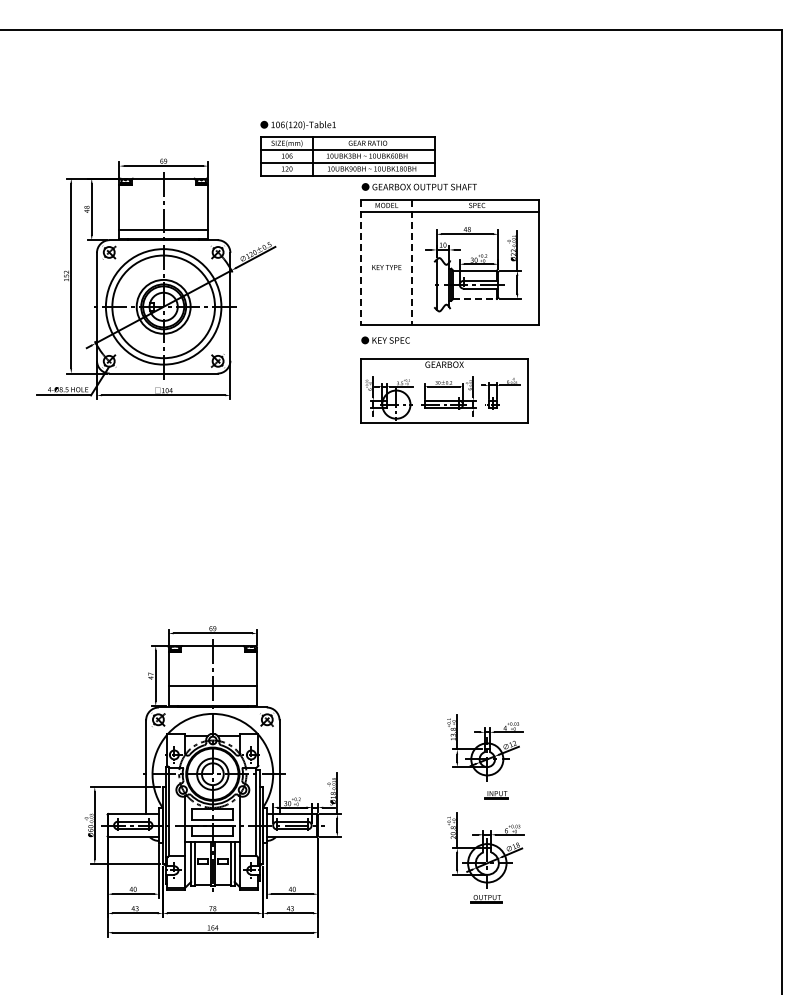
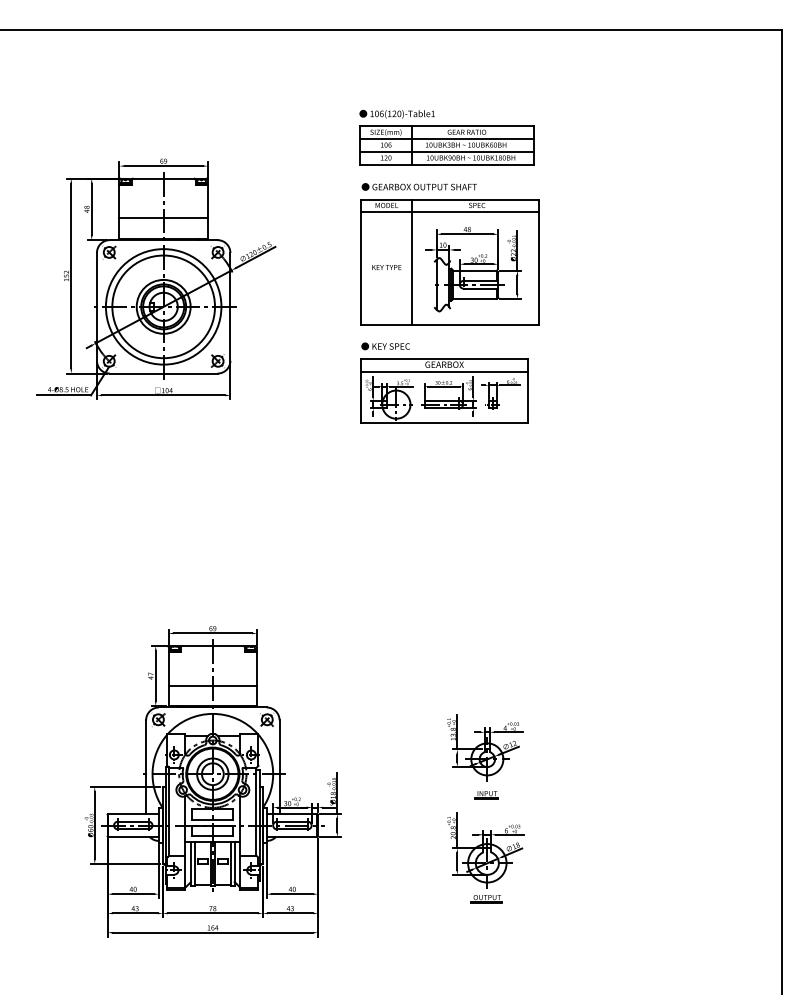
part at (347, 148) position: (347, 148) -> (446, 137)
line at (163, 230) position: (163, 230) -> (163, 218)
line at (361, 262): dashed -> solid
line at (412, 262): dashed -> solid
line at (475, 298): dashed -> solid
text at (385, 340) position: (385, 340) -> (385, 346)
line at (444, 372): none -> present
part at (496, 795) position: (496, 795) -> (486, 795)
